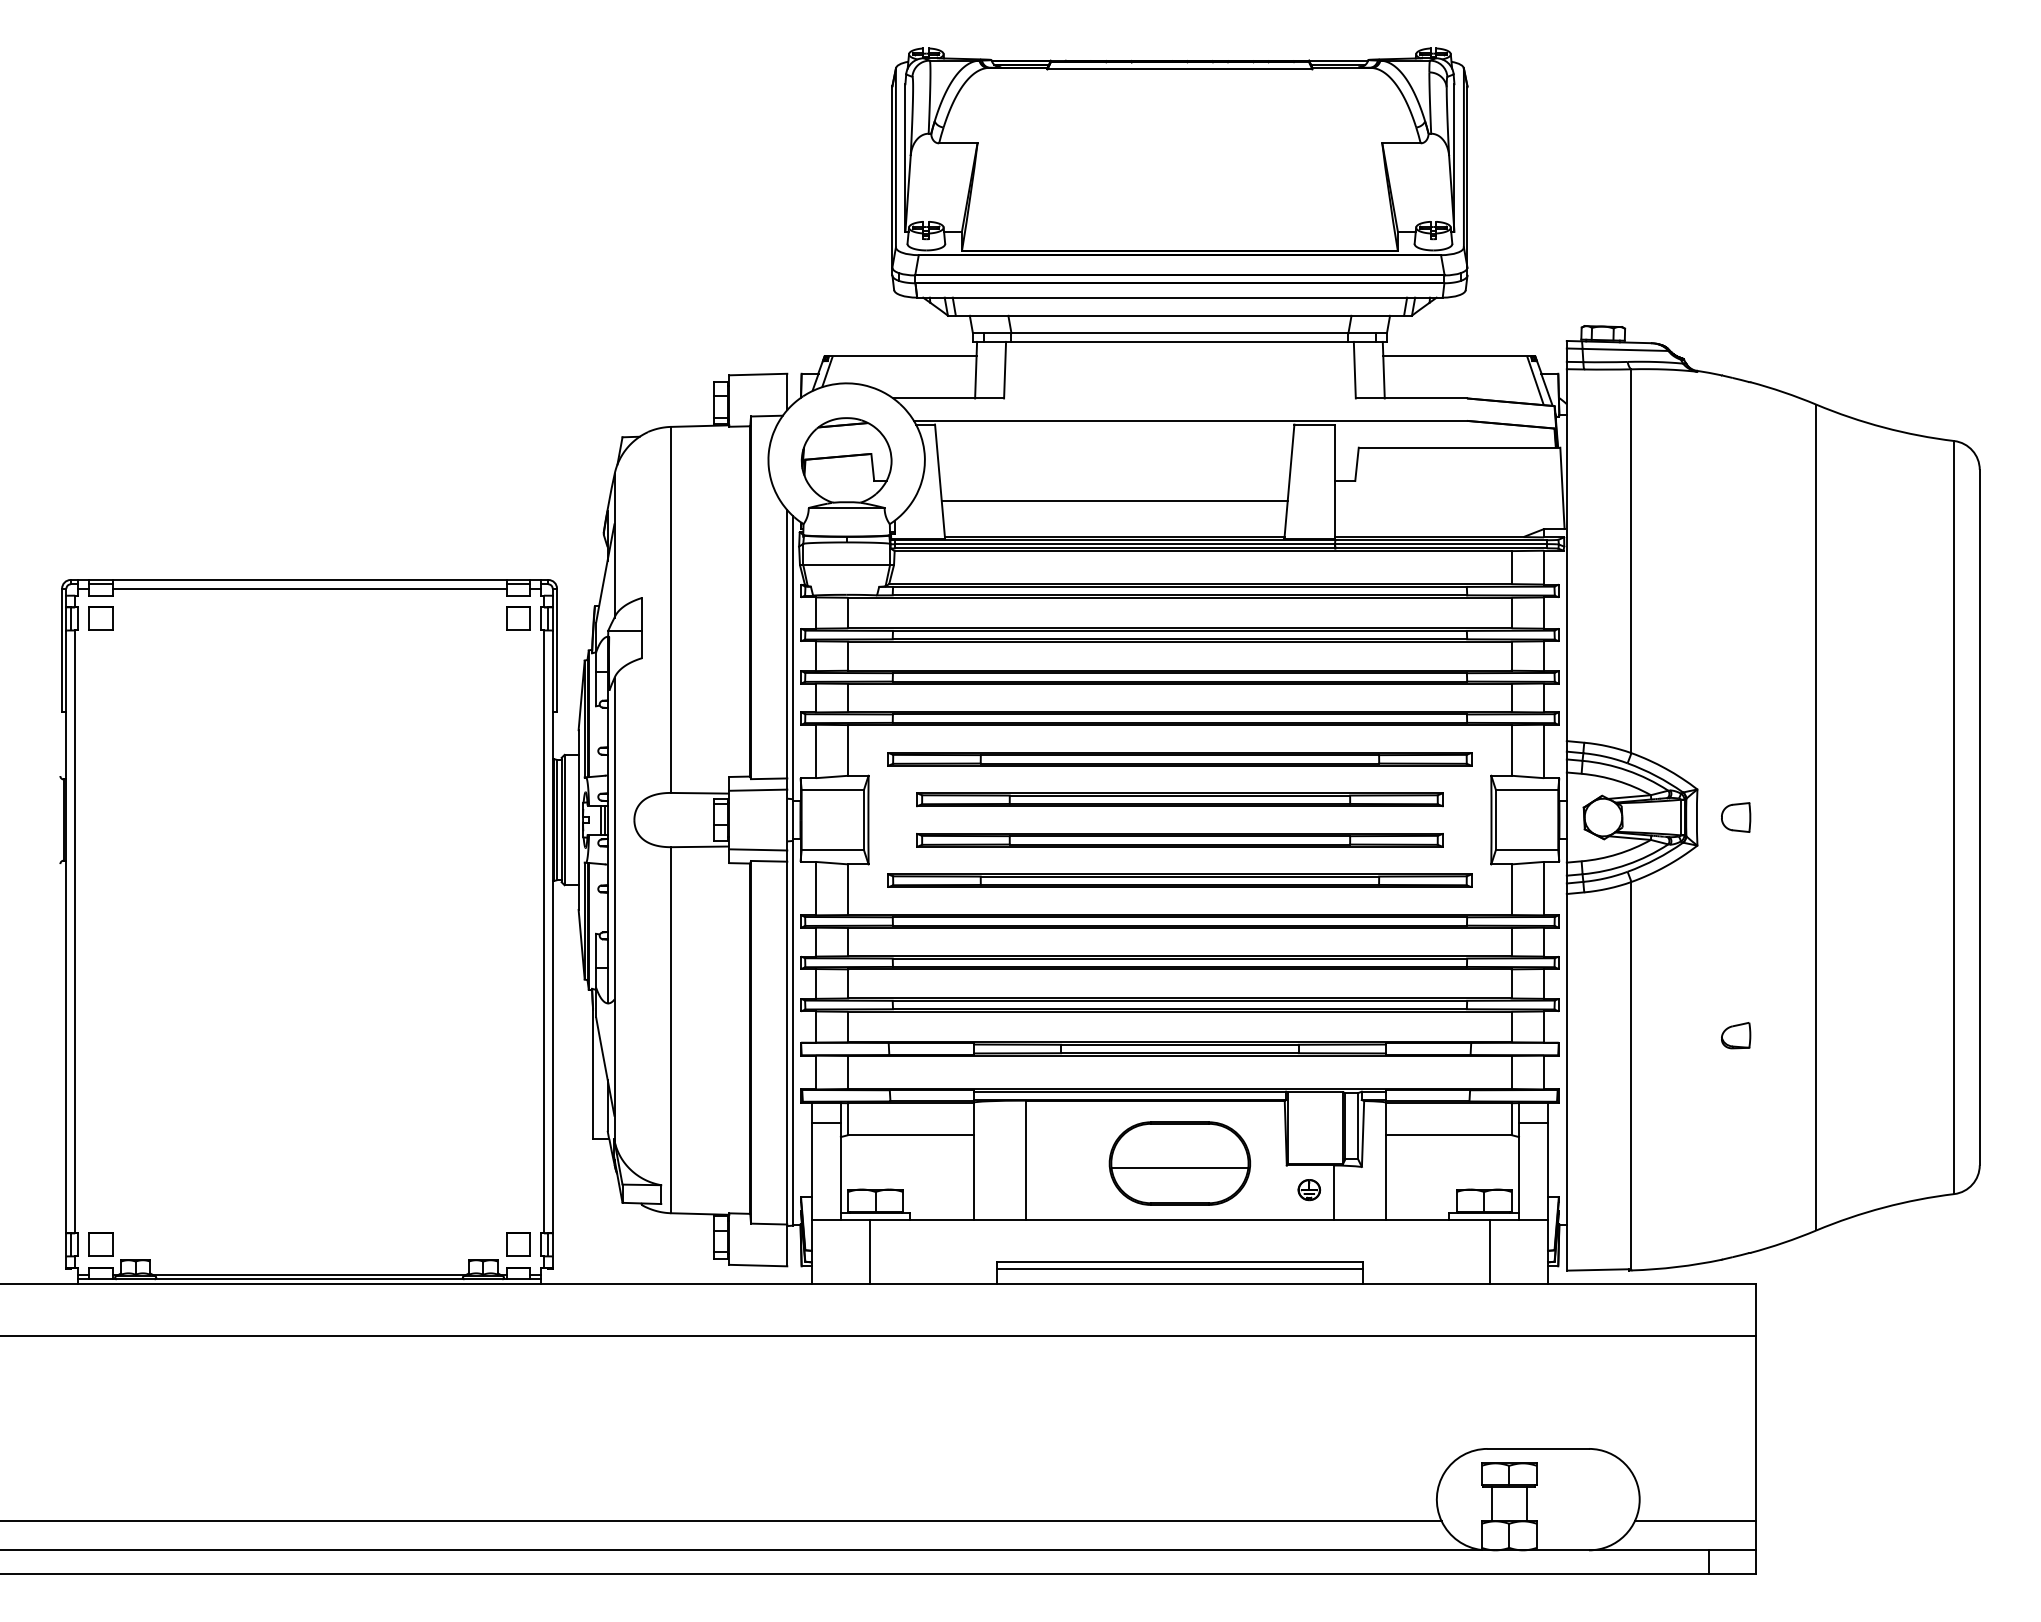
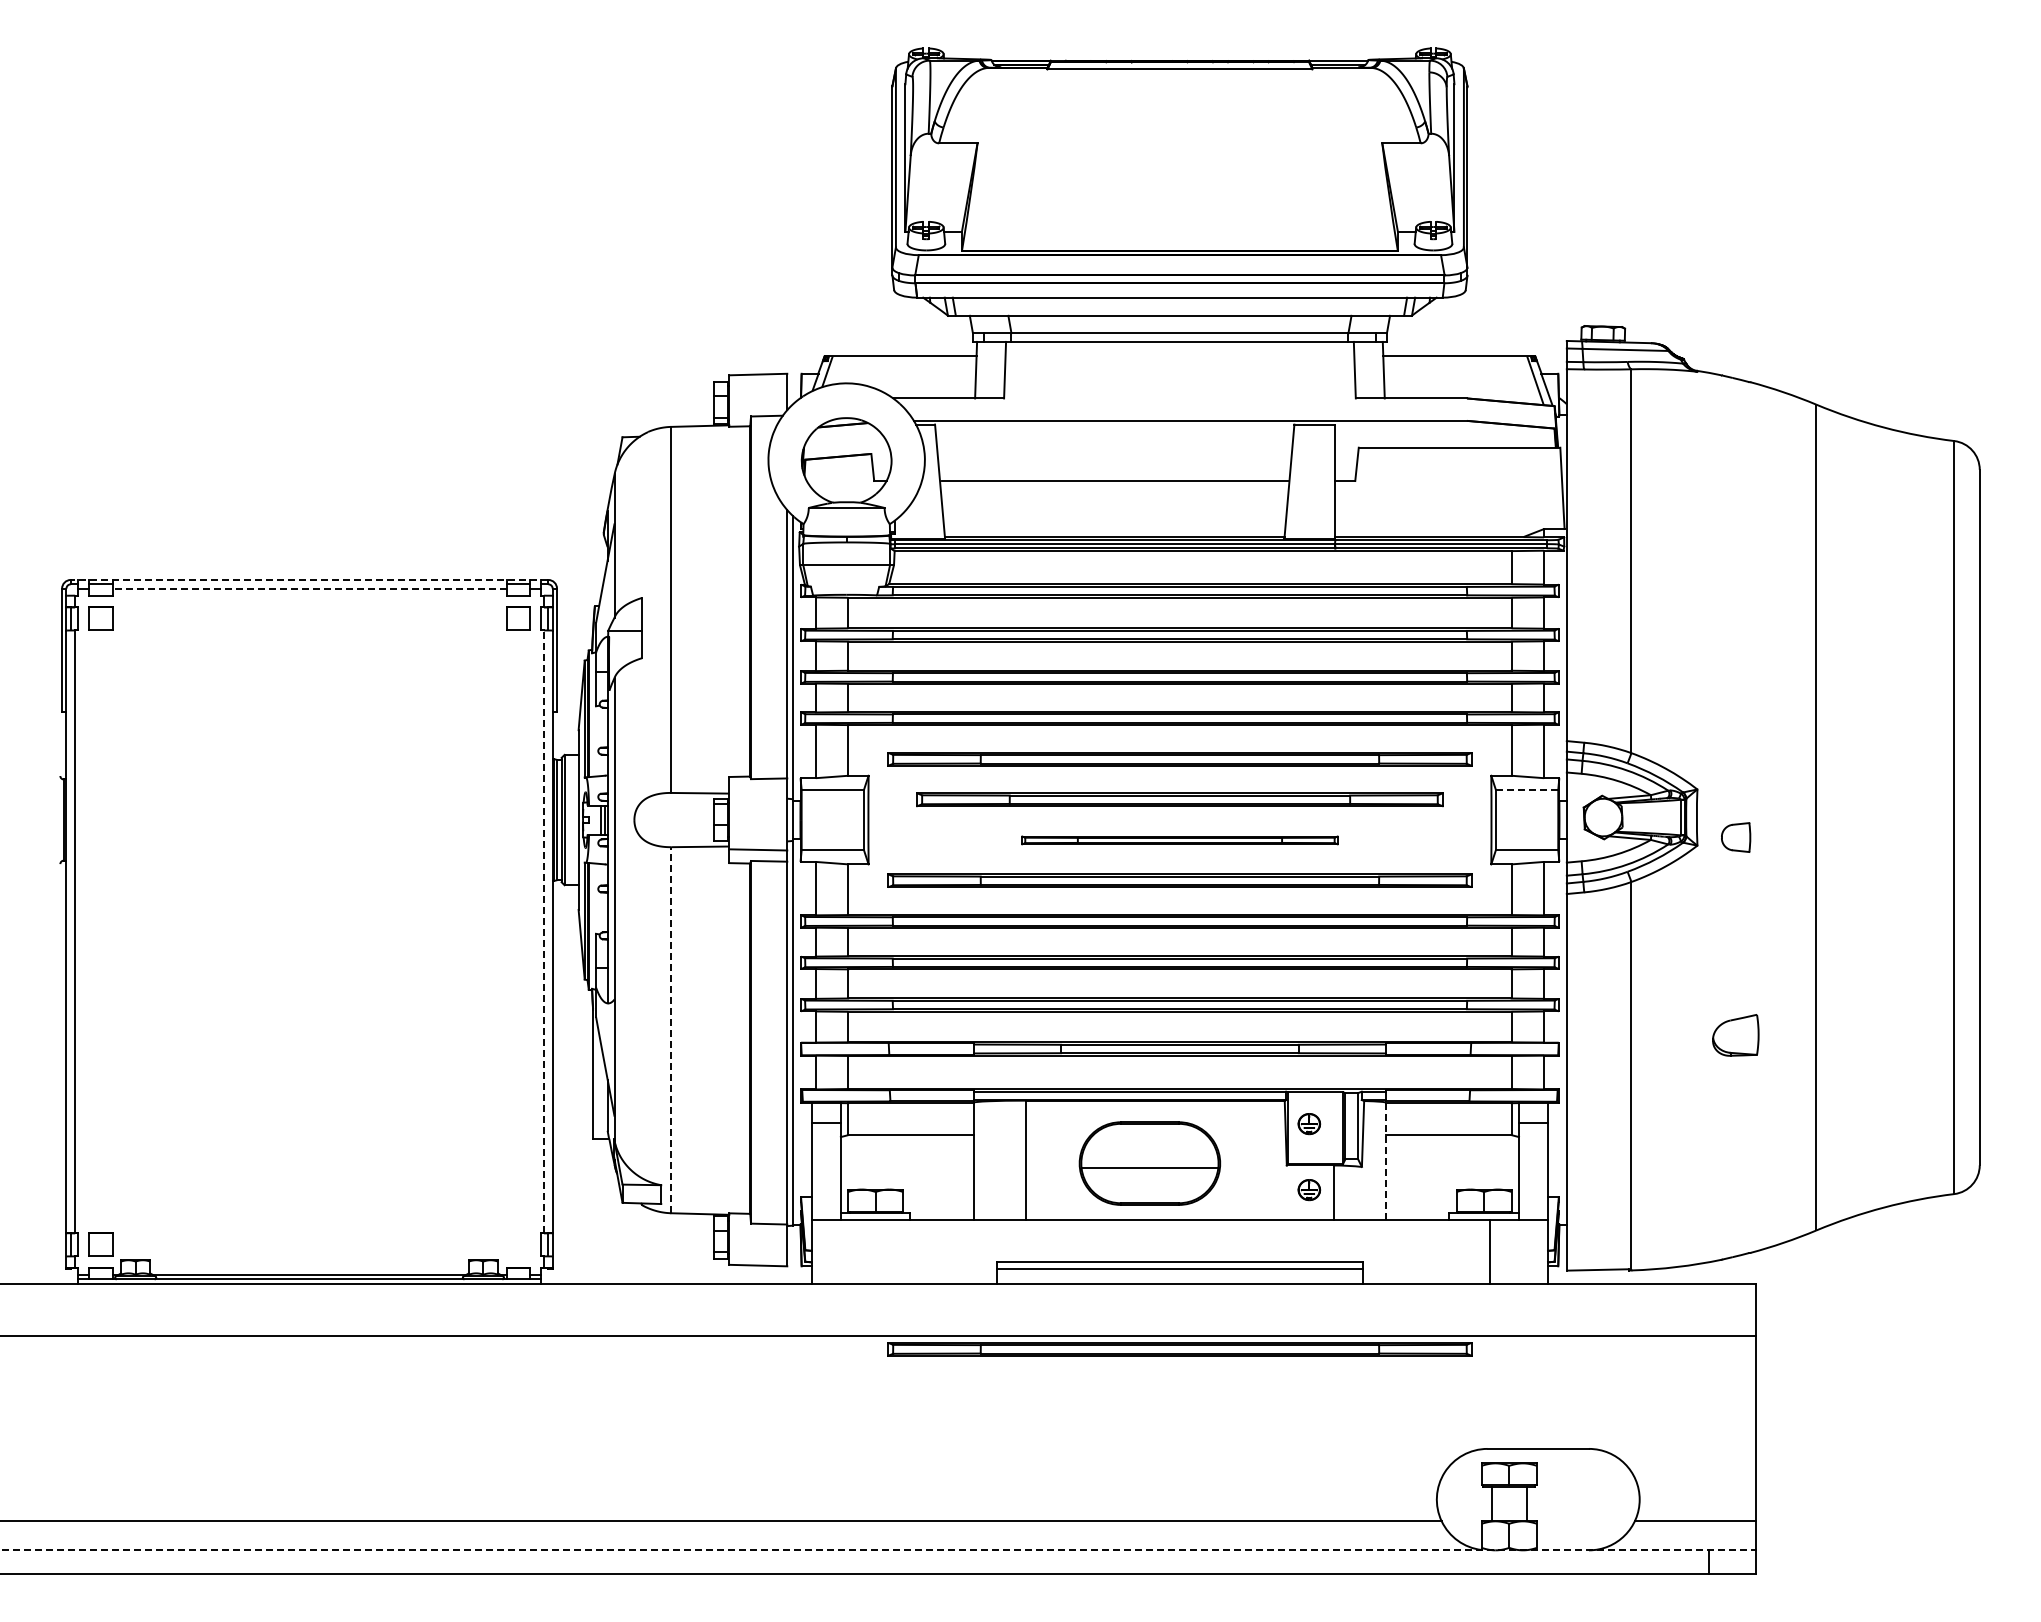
line at (1114, 500) position: (1114, 500) -> (1114, 480)
line at (309, 579): solid -> dashed
line at (309, 588): solid -> dashed
line at (758, 789): present -> none
line at (1526, 789): solid -> dashed
part at (1736, 817) position: (1736, 817) -> (1736, 837)
part at (1179, 840) size: 528x15 px -> 318x11 px
line at (544, 931): solid -> dashed
line at (671, 1029): solid -> dashed
part at (1736, 1035) size: 31x28 px -> 48x43 px
part at (1309, 1124): none -> present
line at (1385, 1161): solid -> dashed
part at (1179, 1163) position: (1179, 1163) -> (1149, 1163)
part at (518, 1244): present -> none
line at (869, 1251): present -> none
part at (1179, 1349): none -> present
line at (878, 1550): solid -> dashed
